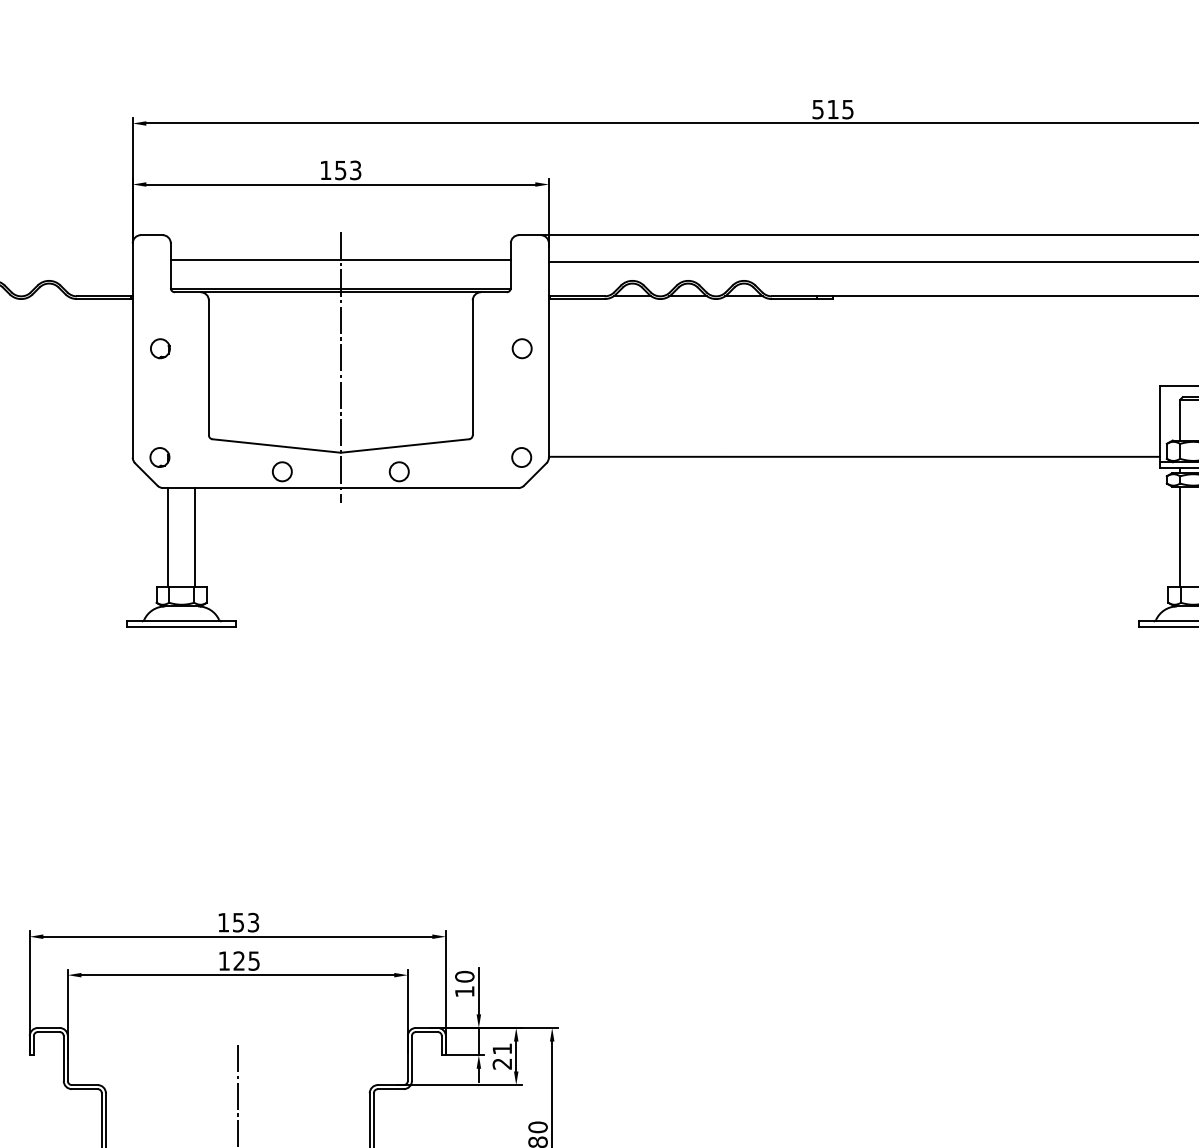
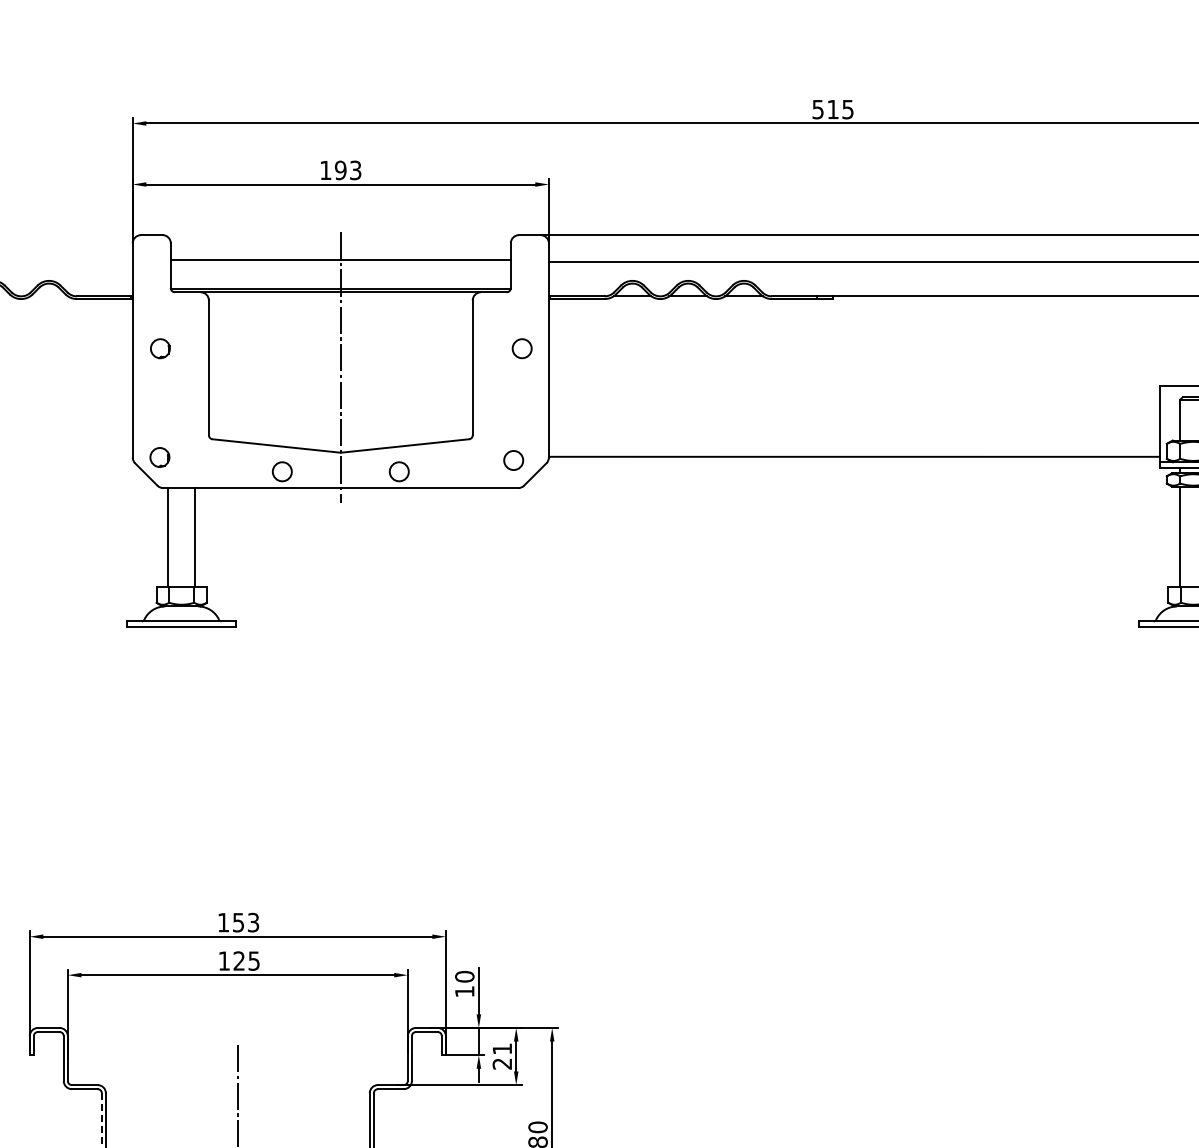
text at (340, 169): 153 -> 193
circle at (521, 457) position: (521, 457) -> (513, 460)
line at (101, 1120): solid -> dashed
